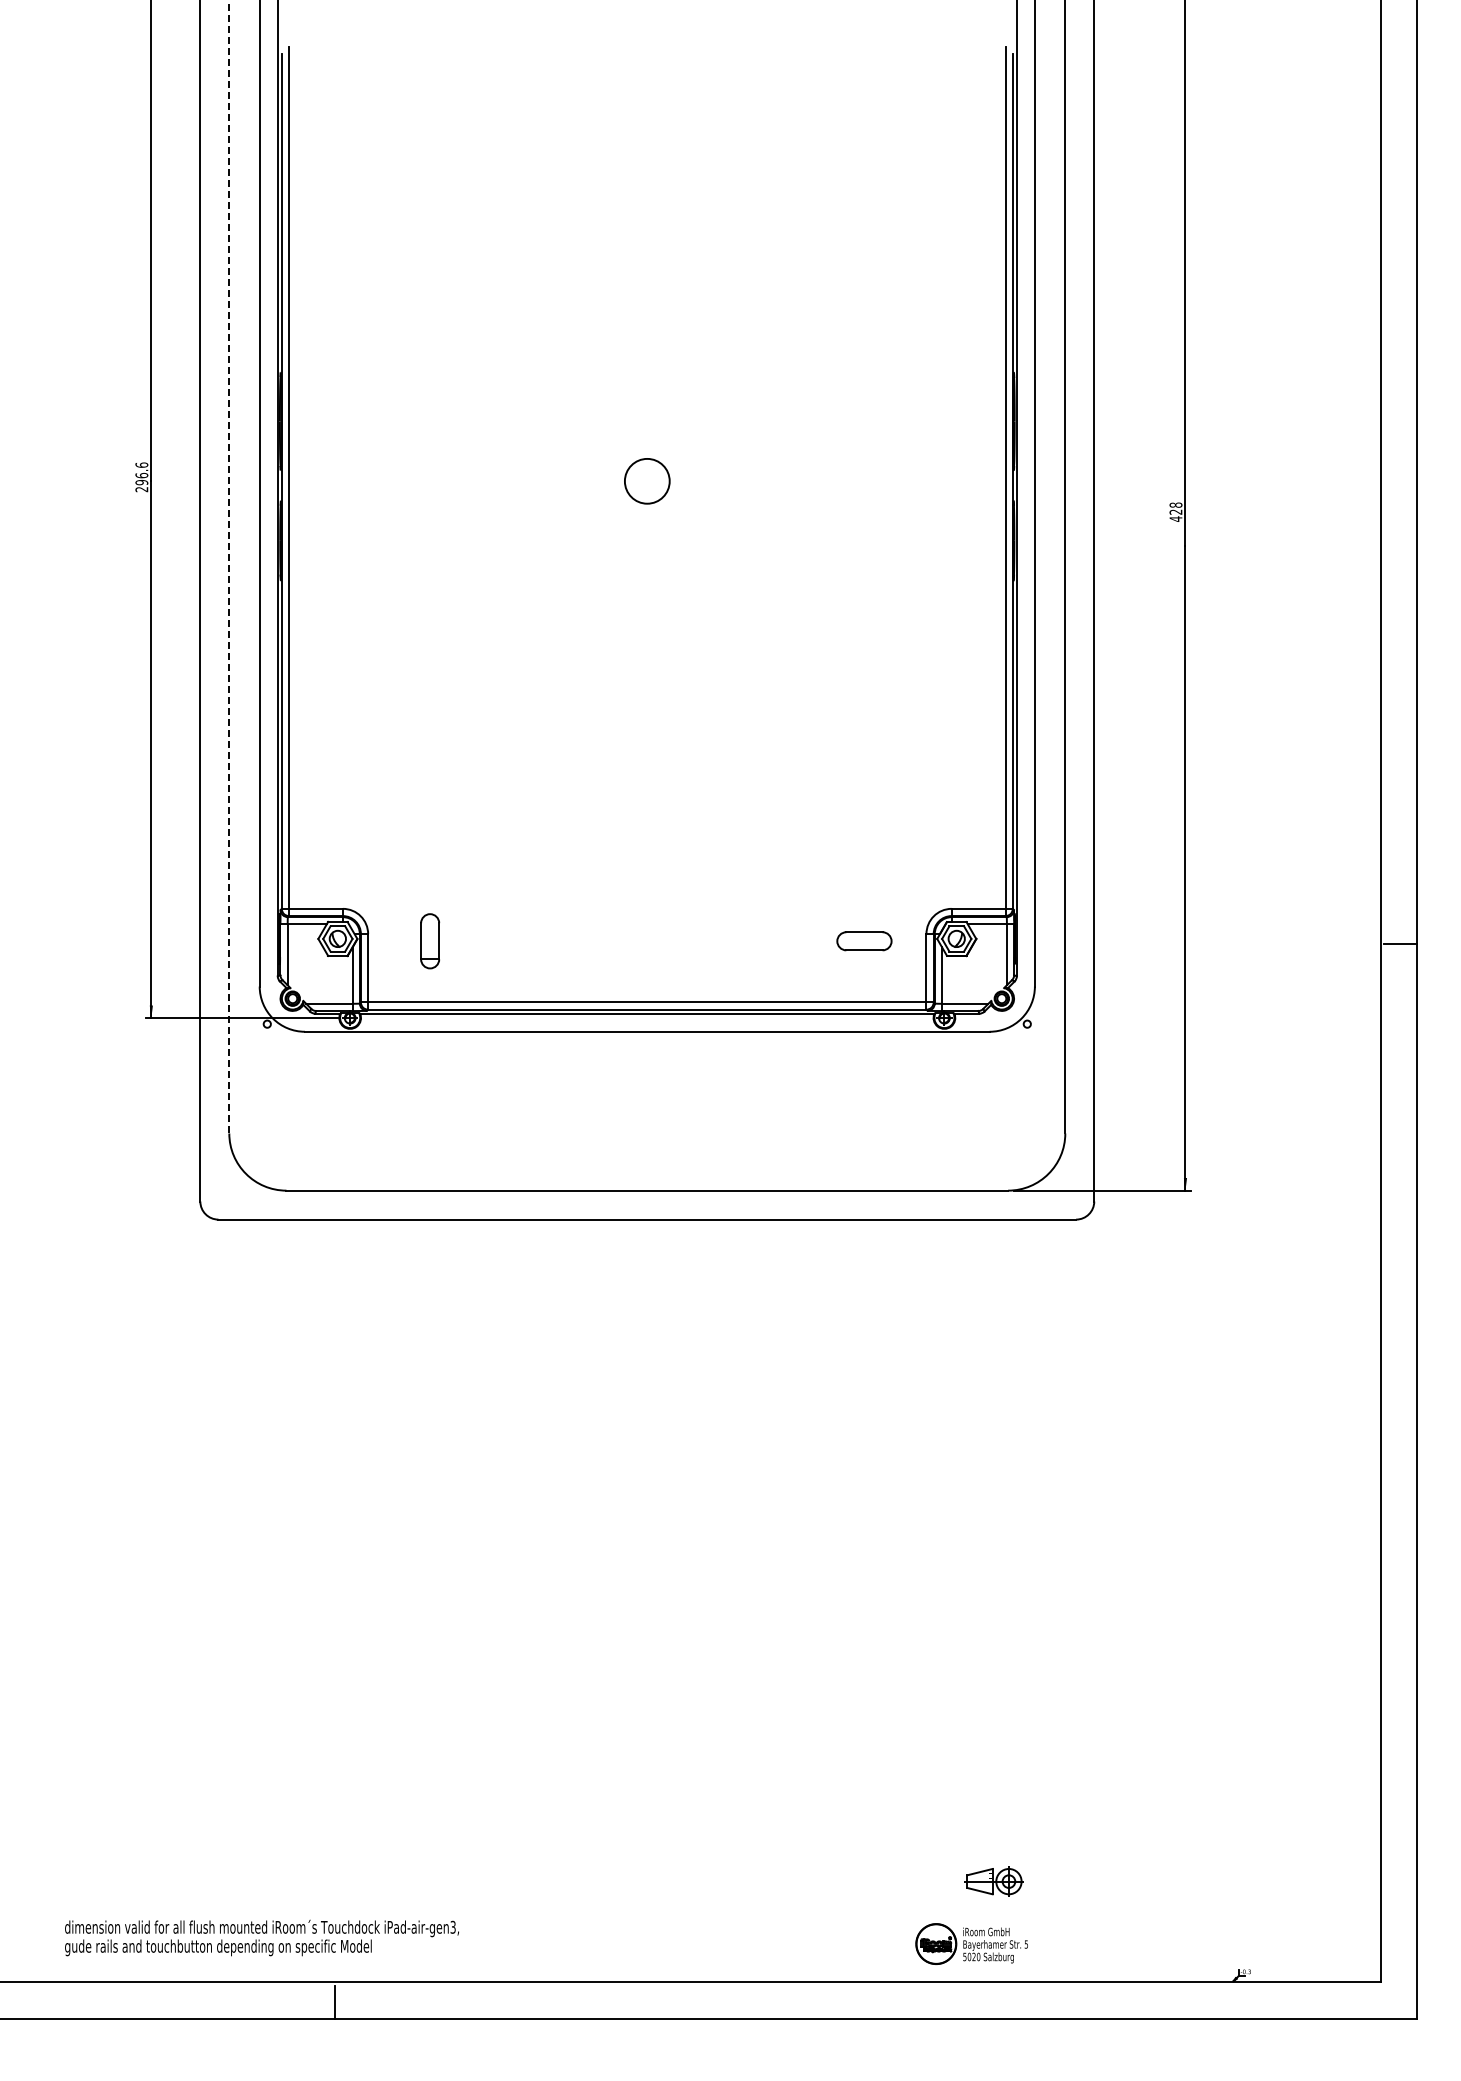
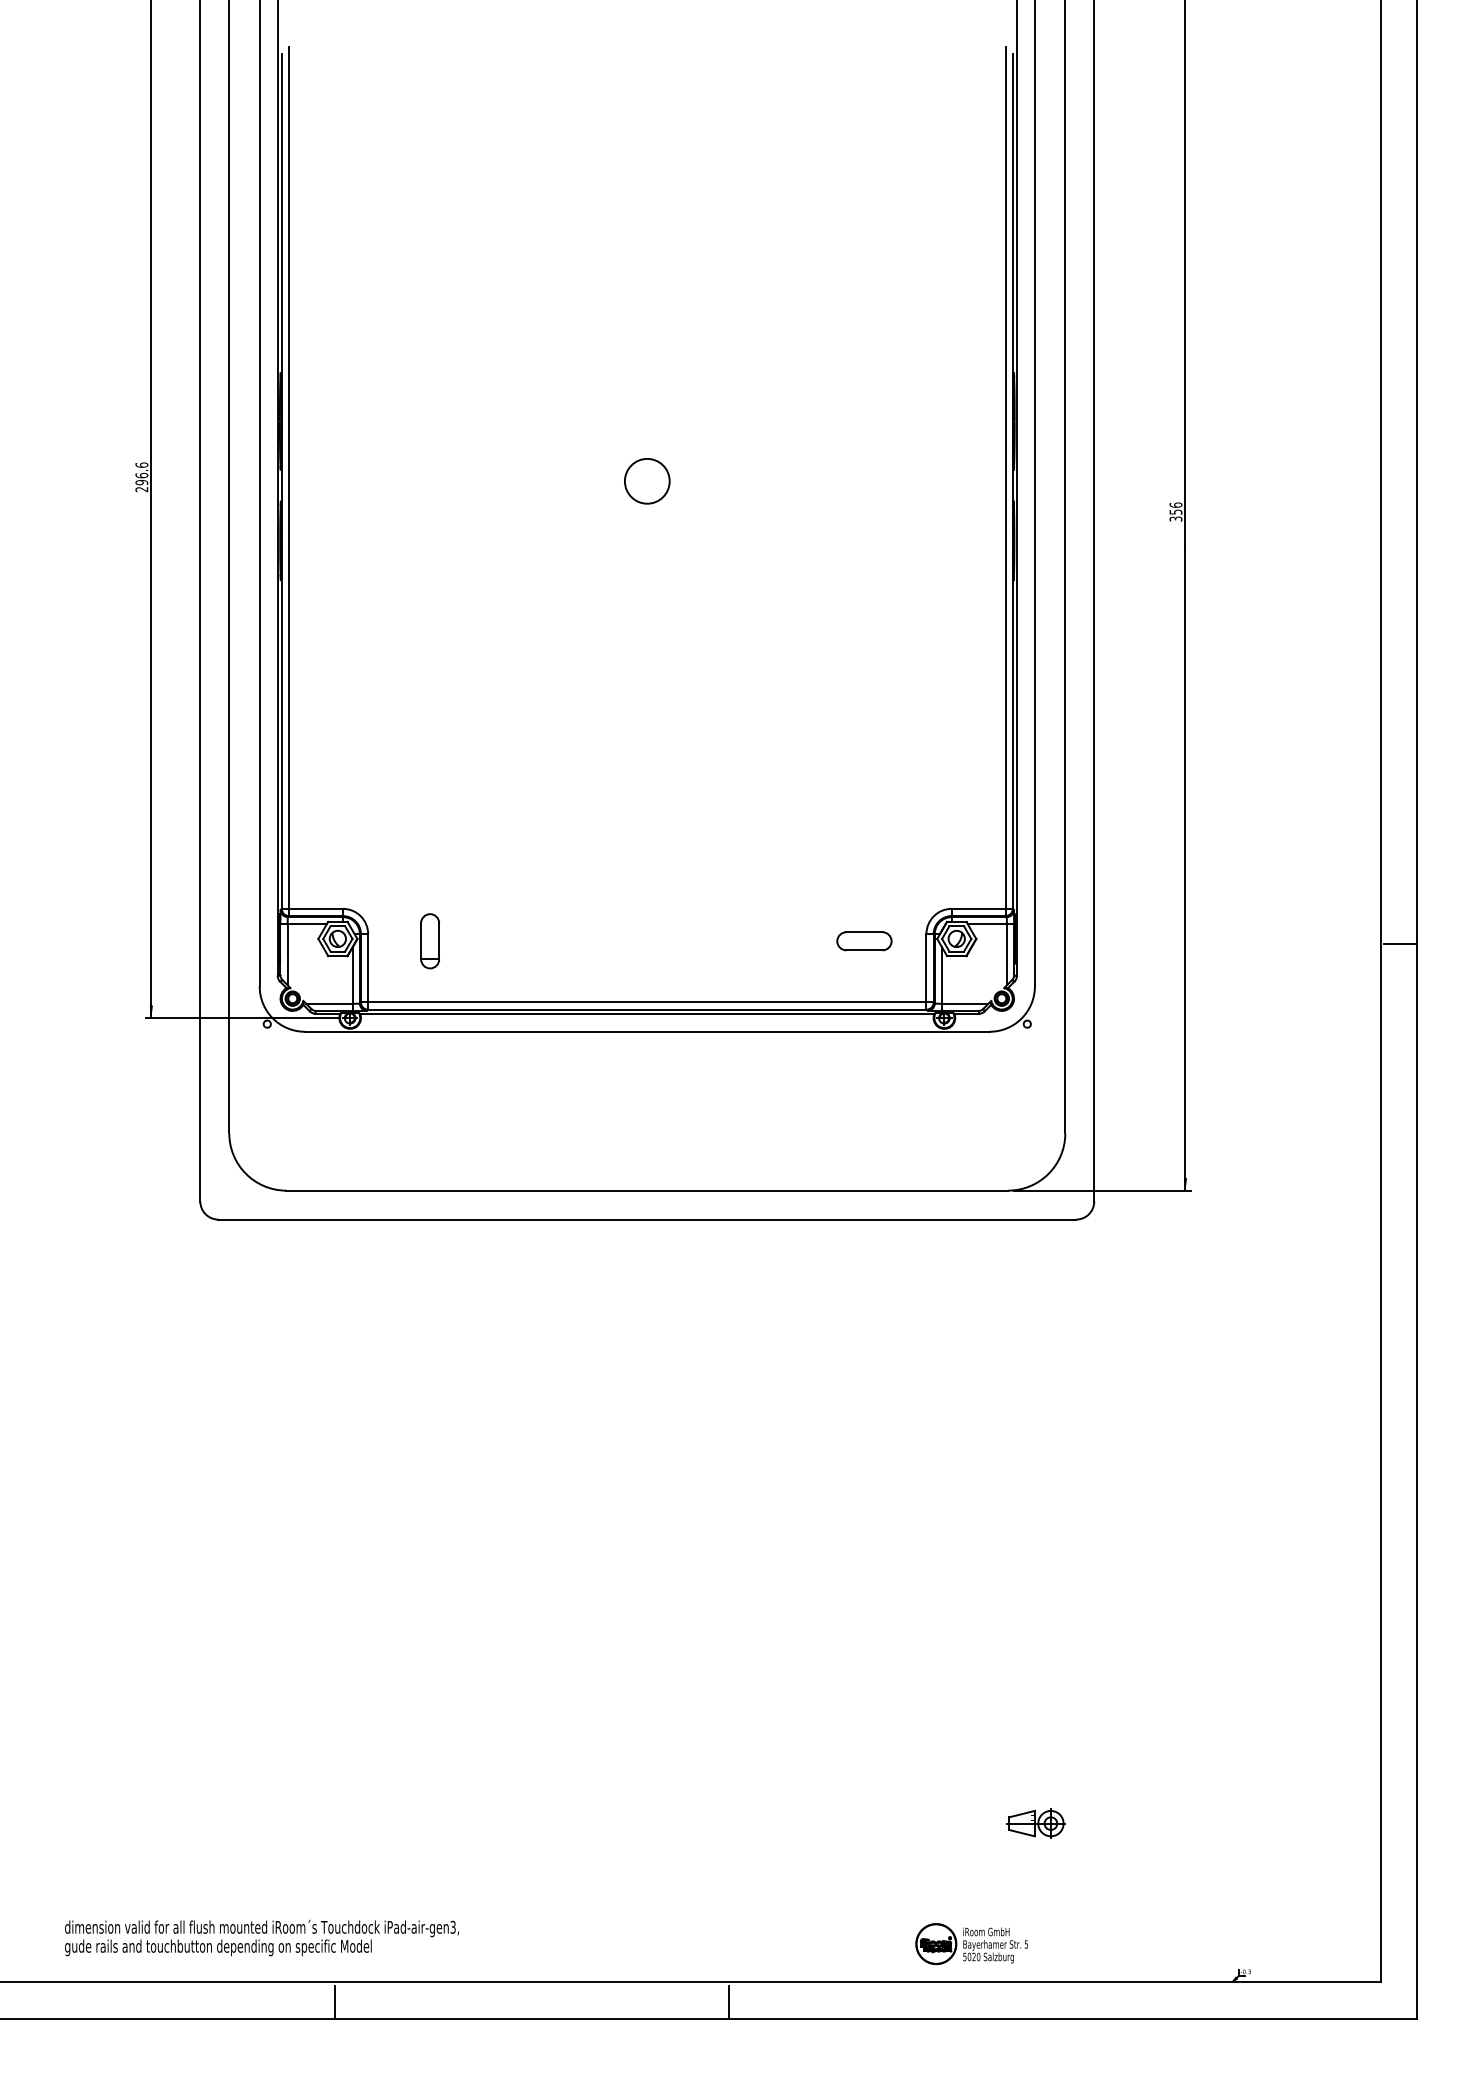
text at (1175, 511): 428 -> 356
line at (229, 566): dashed -> solid
part at (993, 1881) position: (993, 1881) -> (1035, 1823)
line at (729, 2001): none -> present
